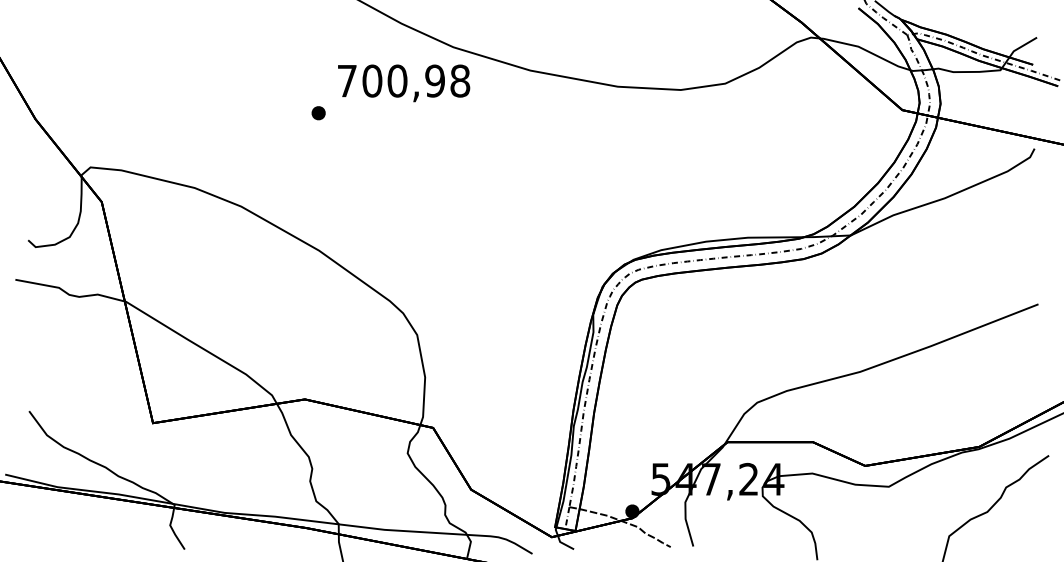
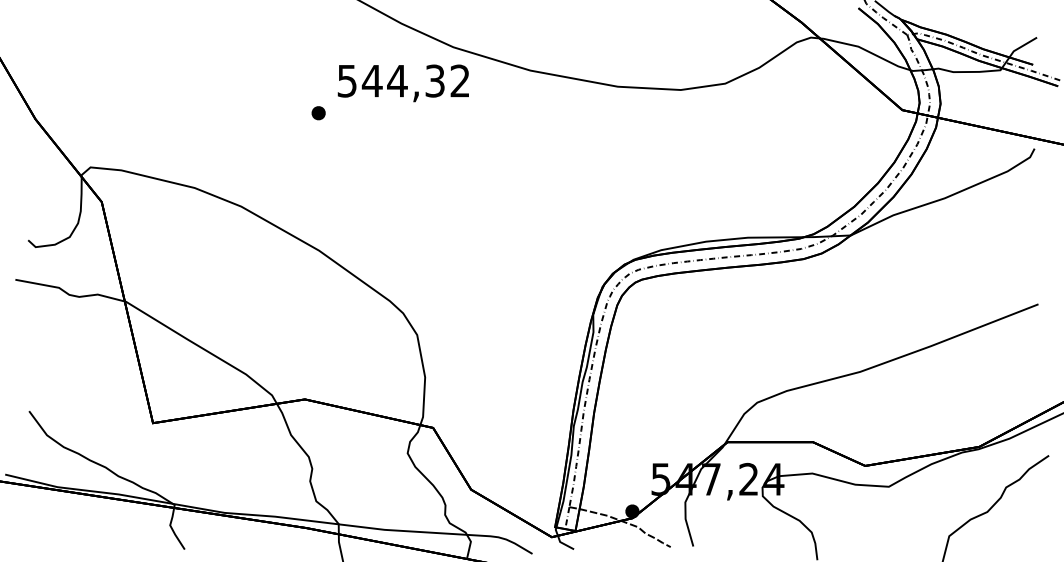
text at (403, 80): 700,98 -> 544,32
